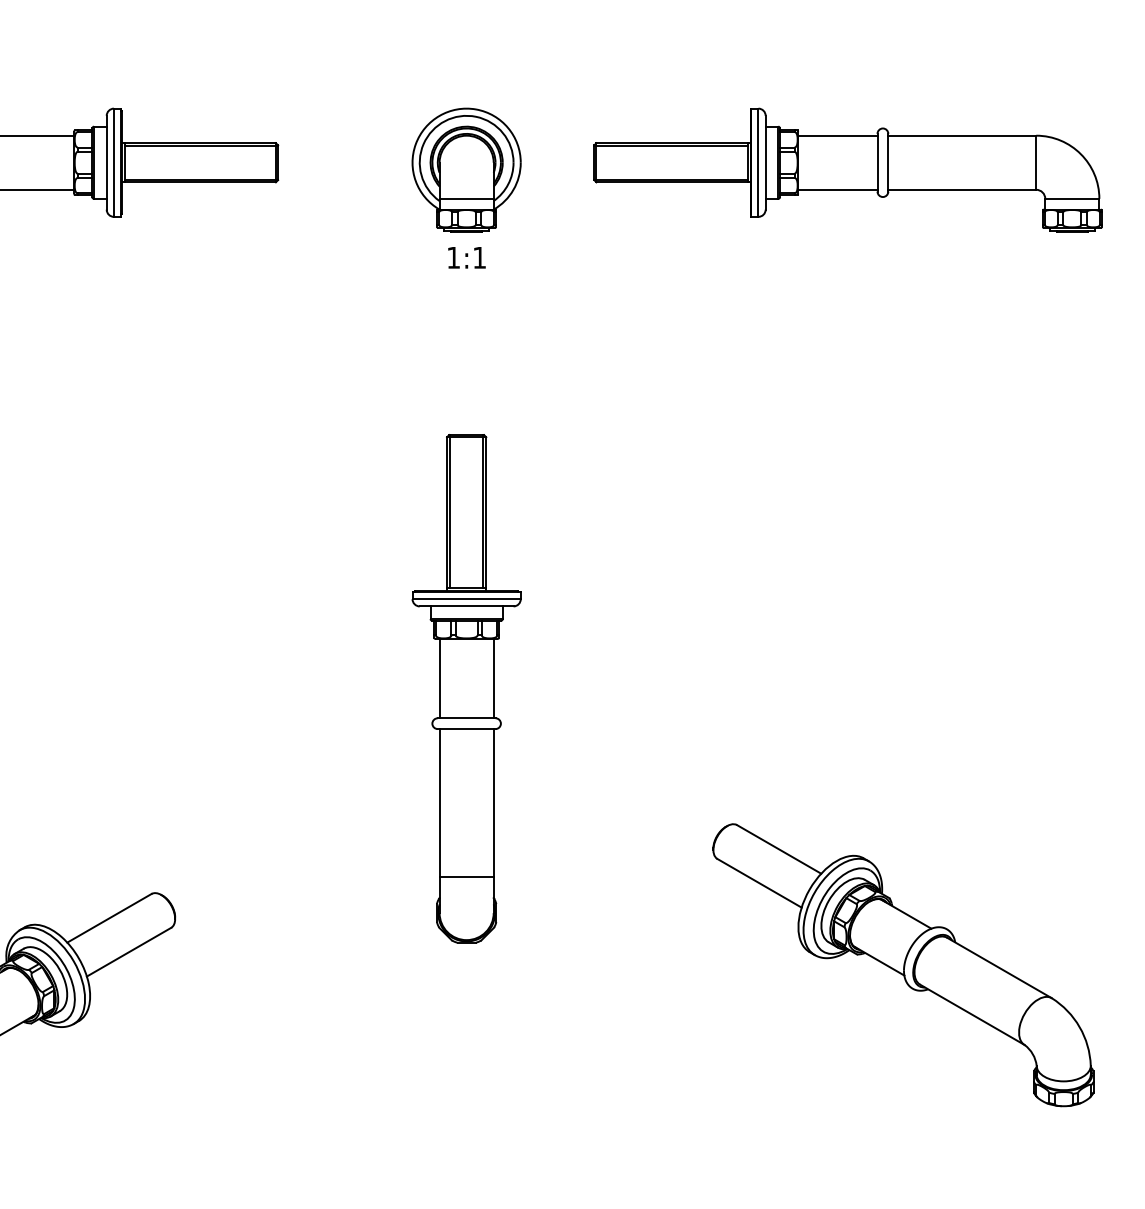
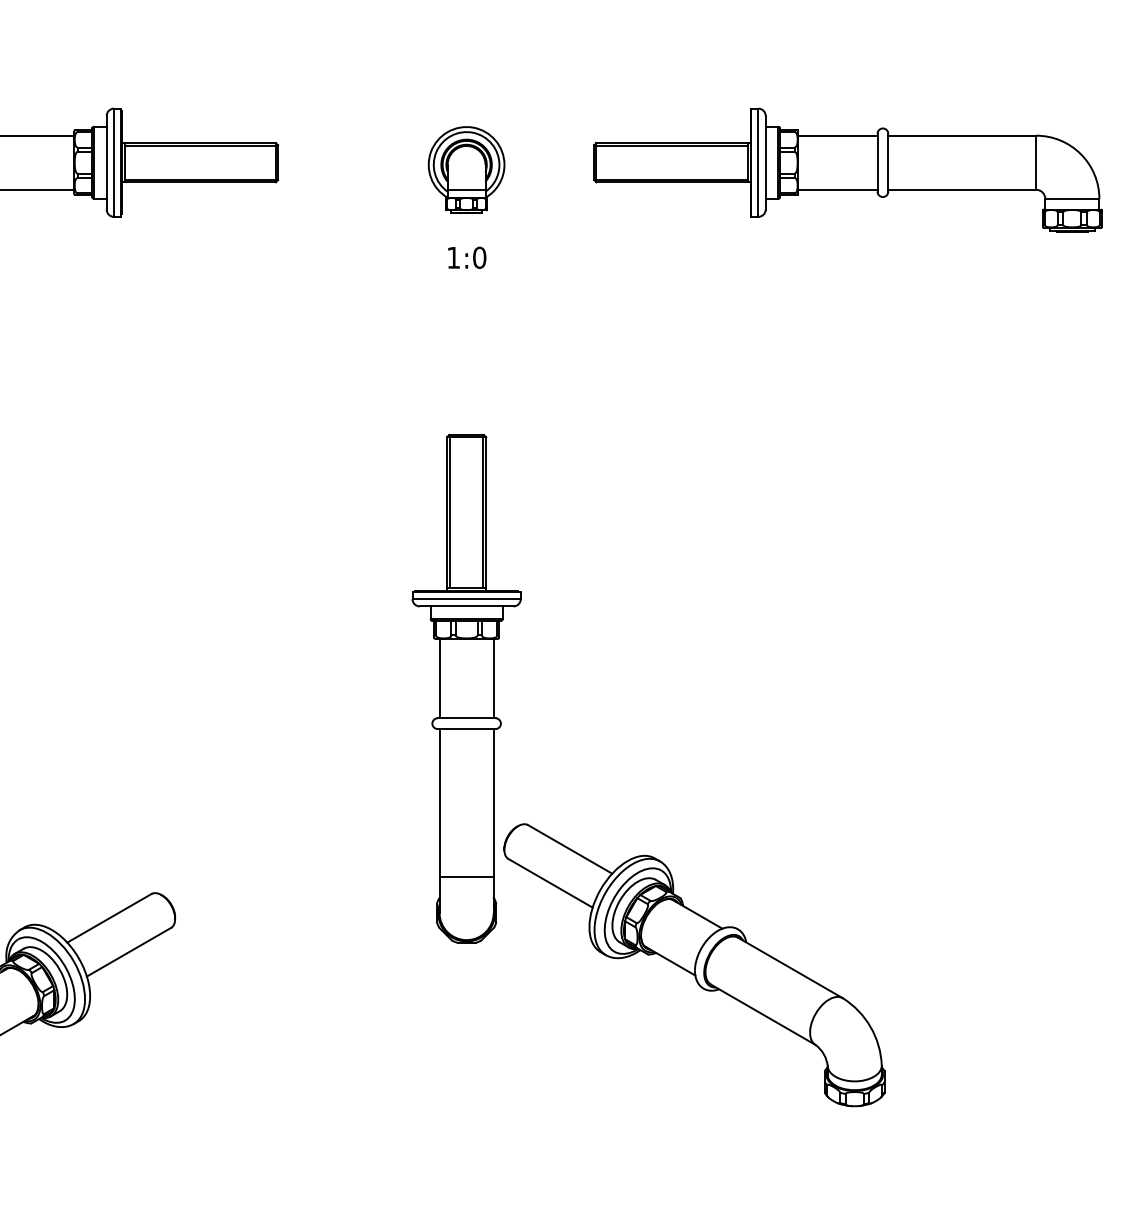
part at (466, 169) size: 111x126 px -> 79x88 px
text at (479, 257): 1:1 -> 1:0
part at (903, 965) position: (903, 965) -> (694, 965)
